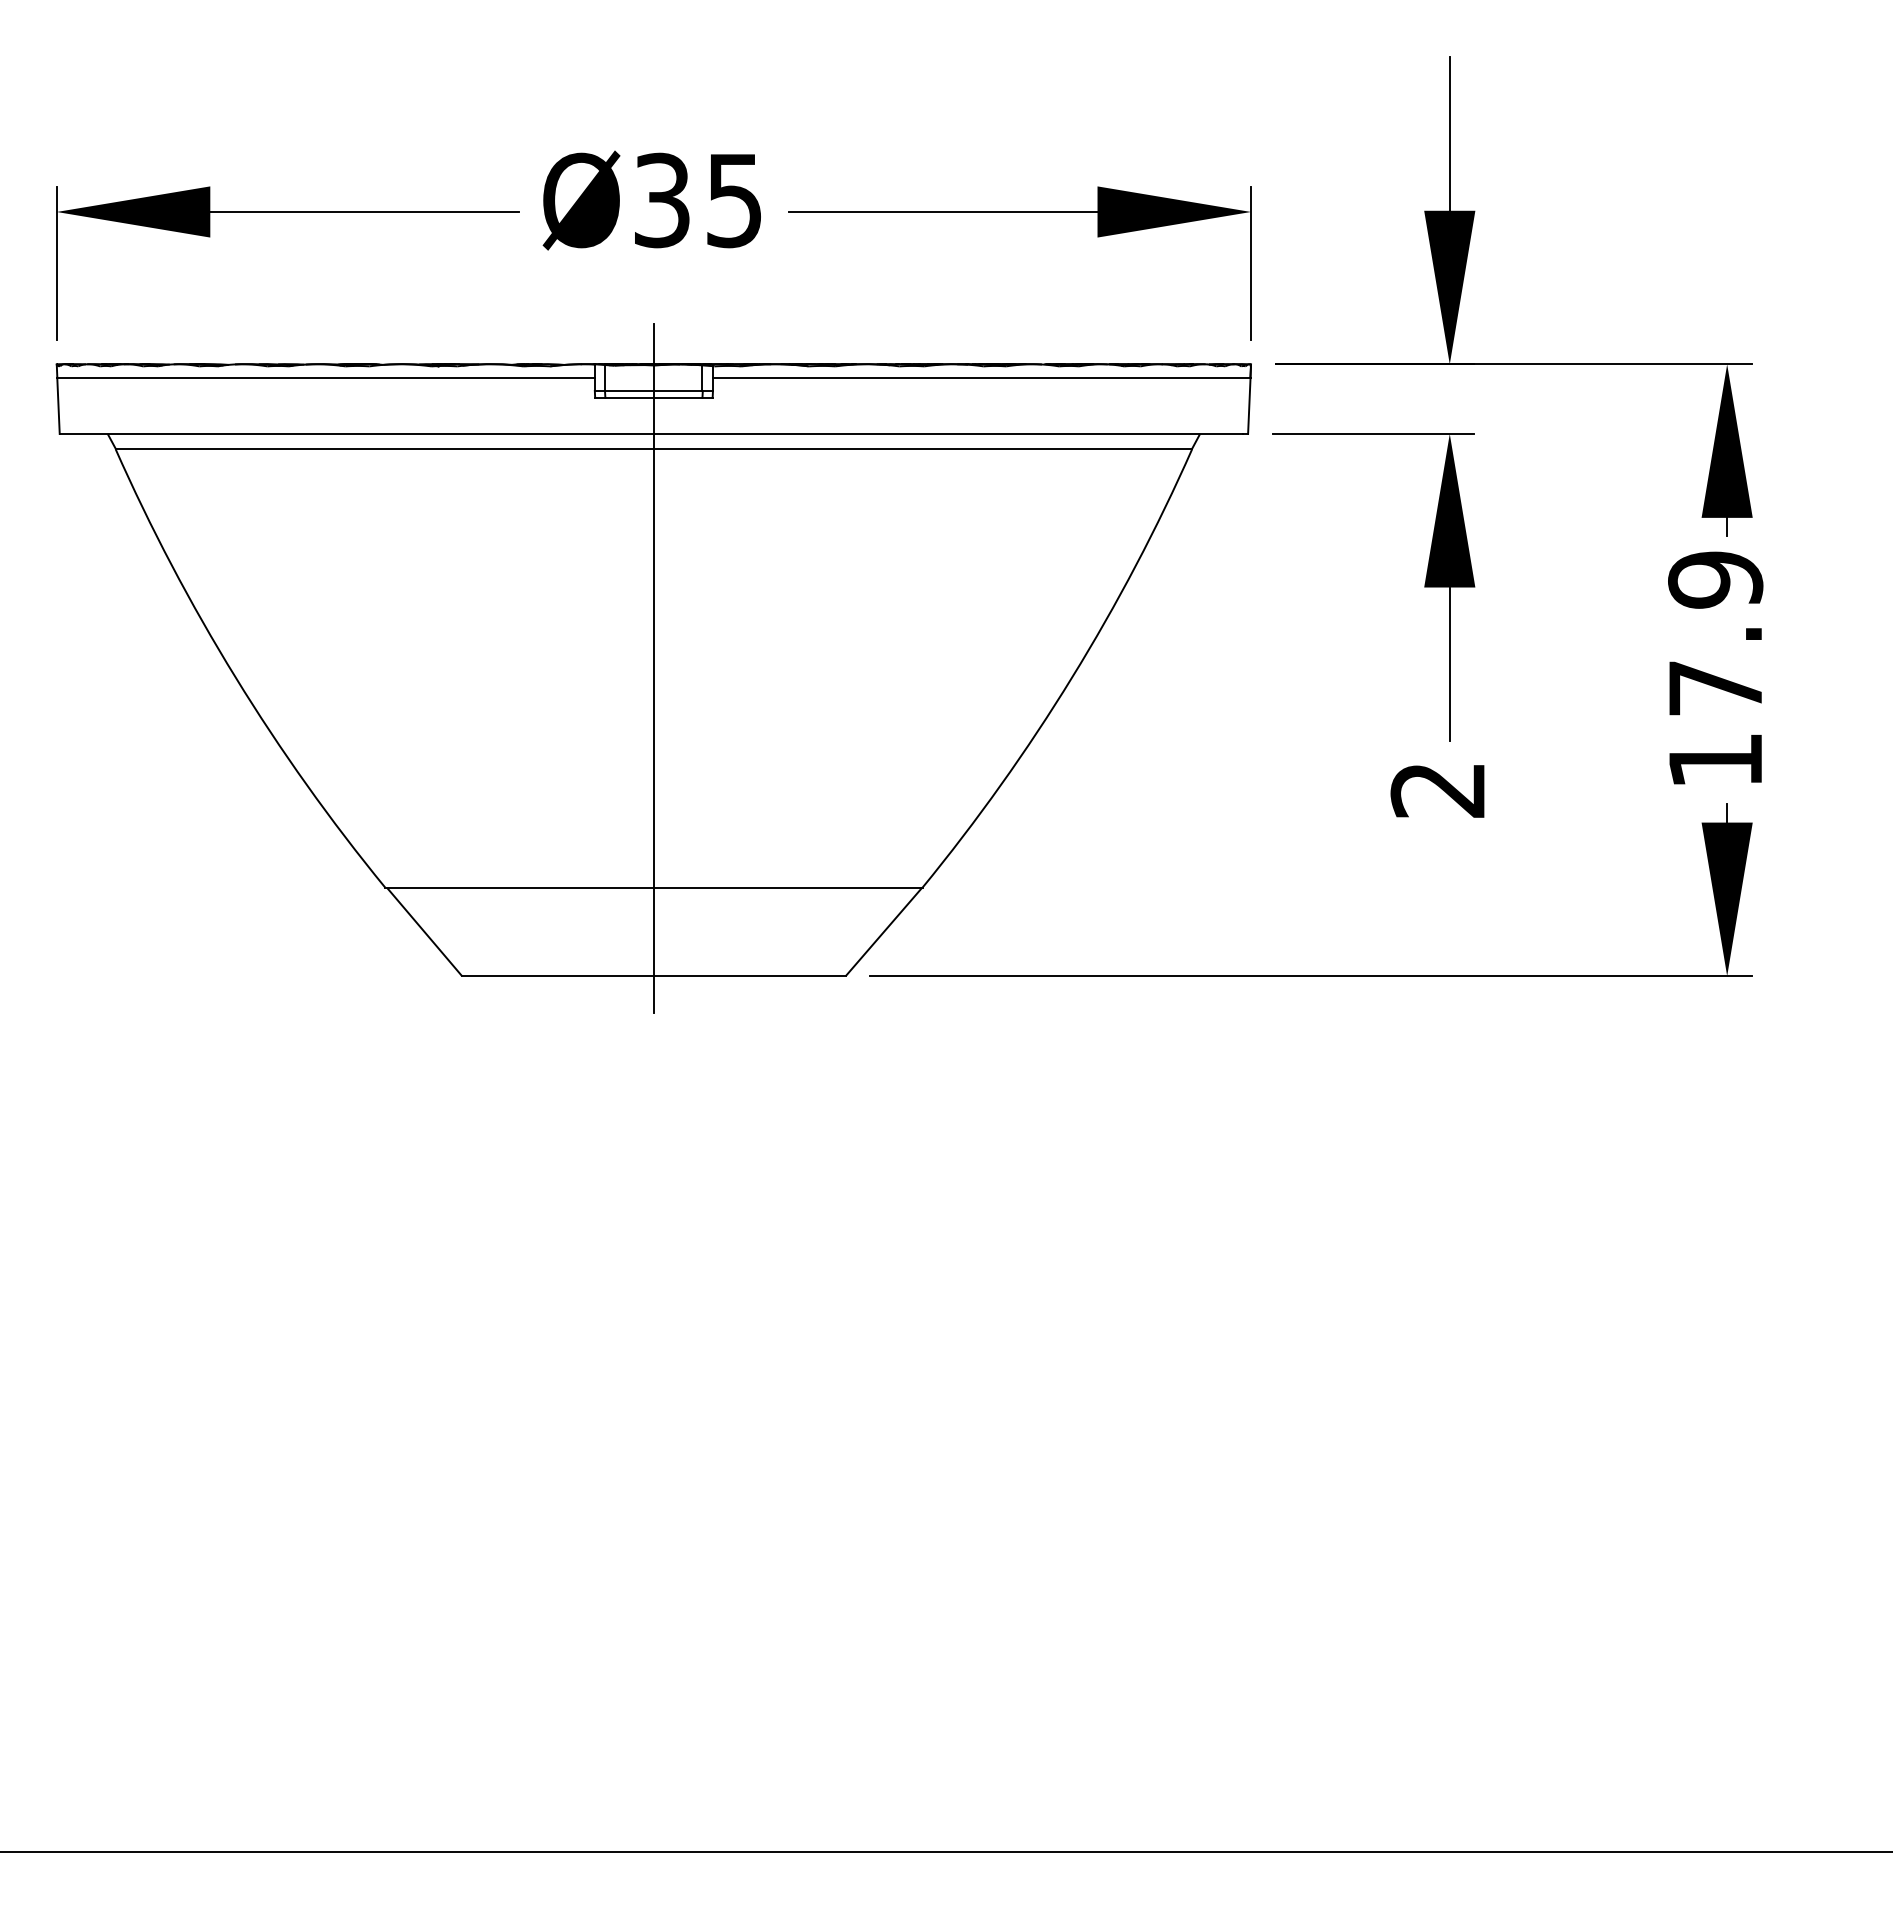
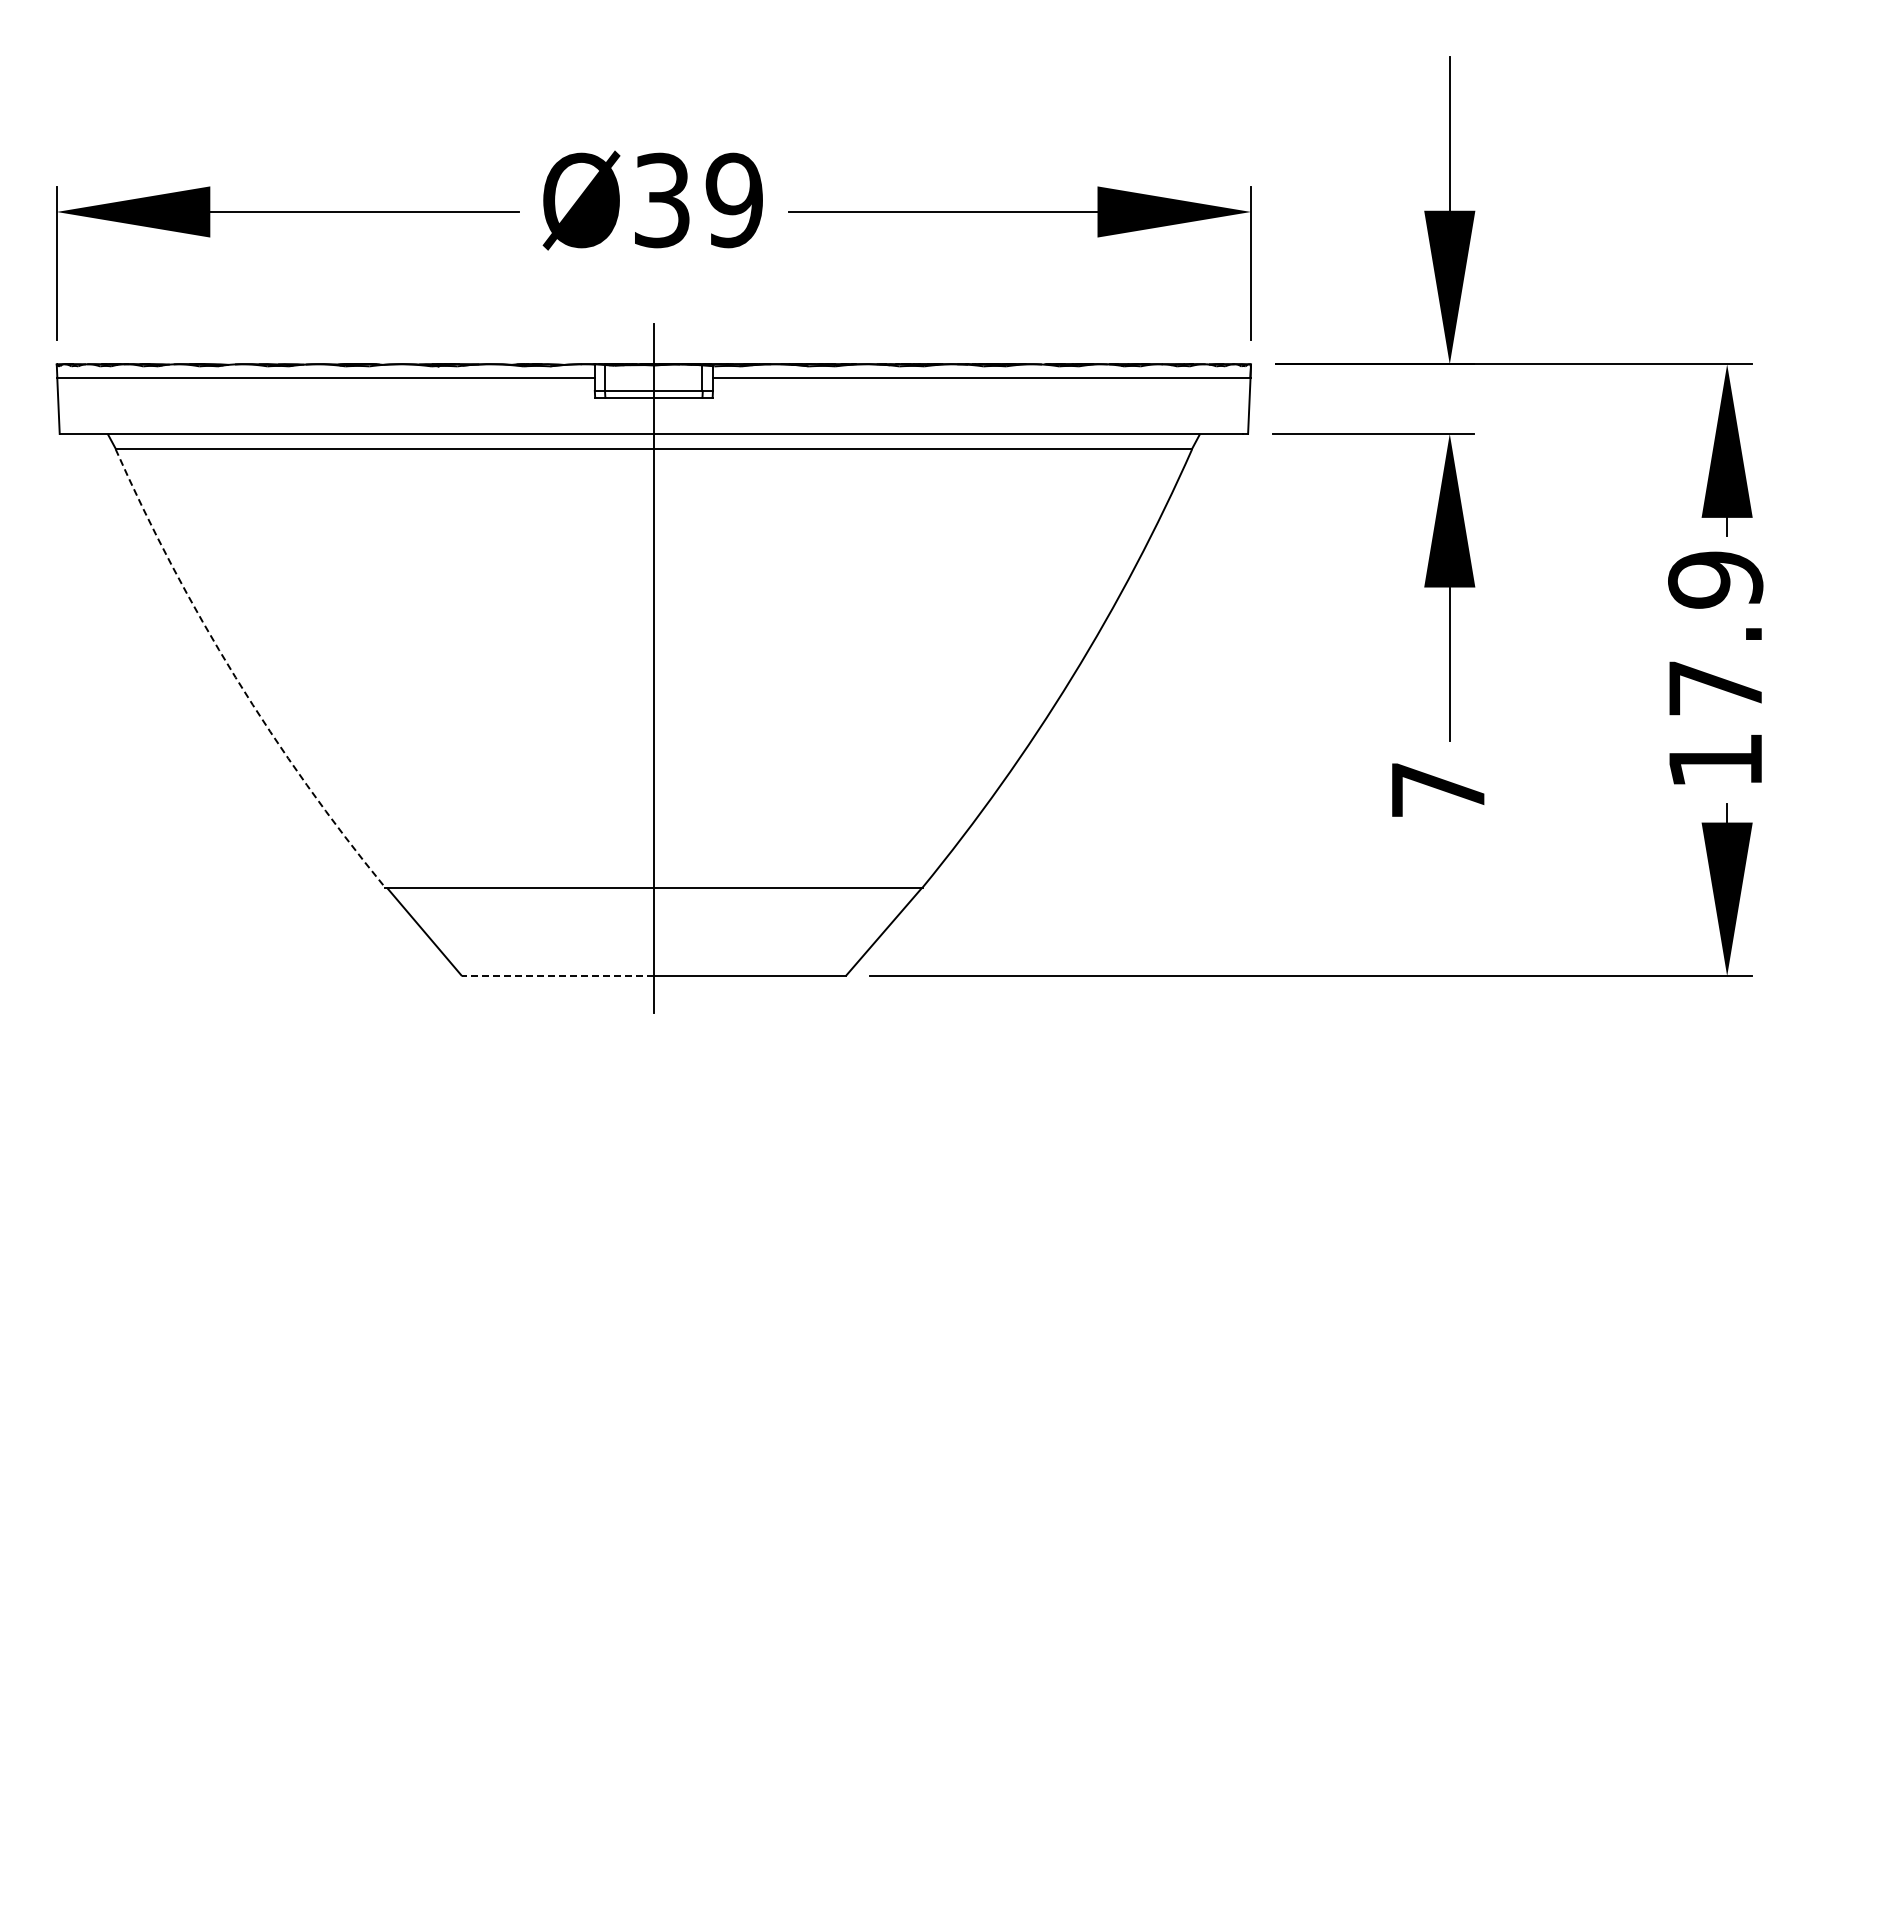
text at (733, 200): Ø35 -> Ø39
arc at (235, 677): solid -> dashed
text at (1437, 790): 2 -> 7
line at (557, 976): solid -> dashed
line at (945, 1851): present -> none
